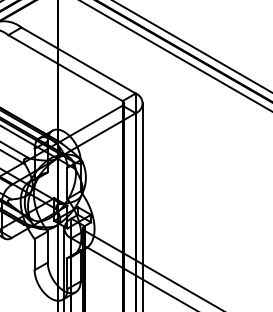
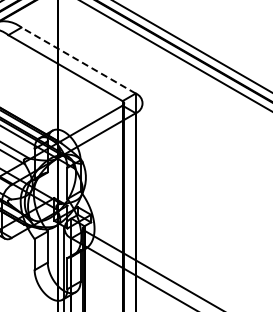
line at (78, 60): solid -> dashed
line at (142, 205): present -> none
